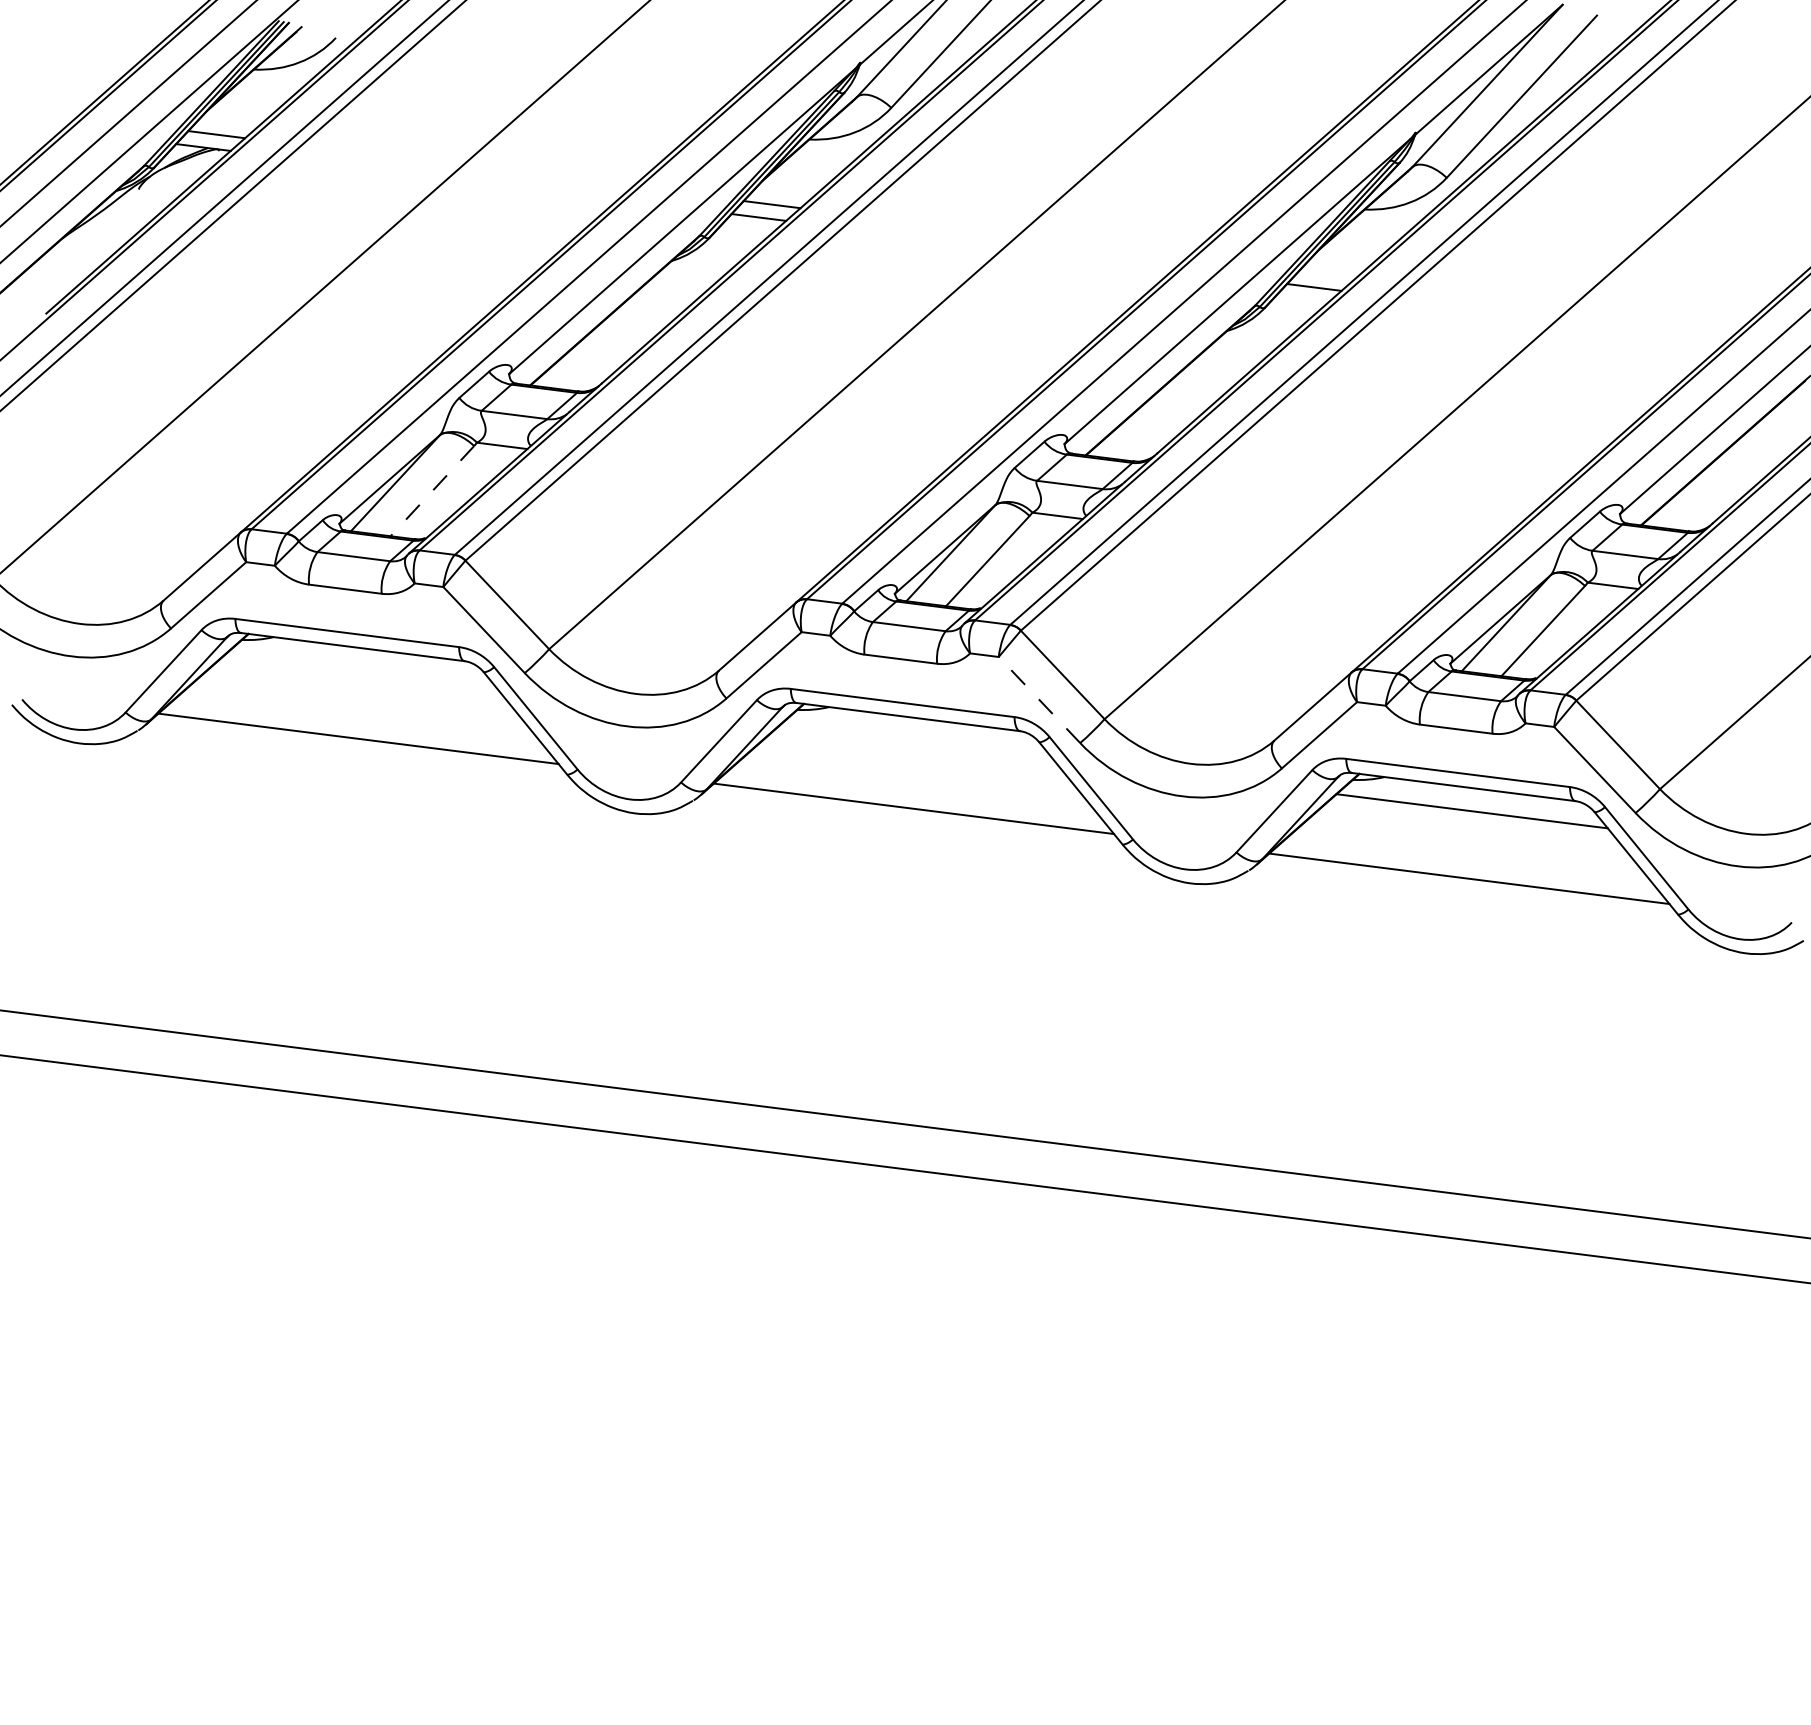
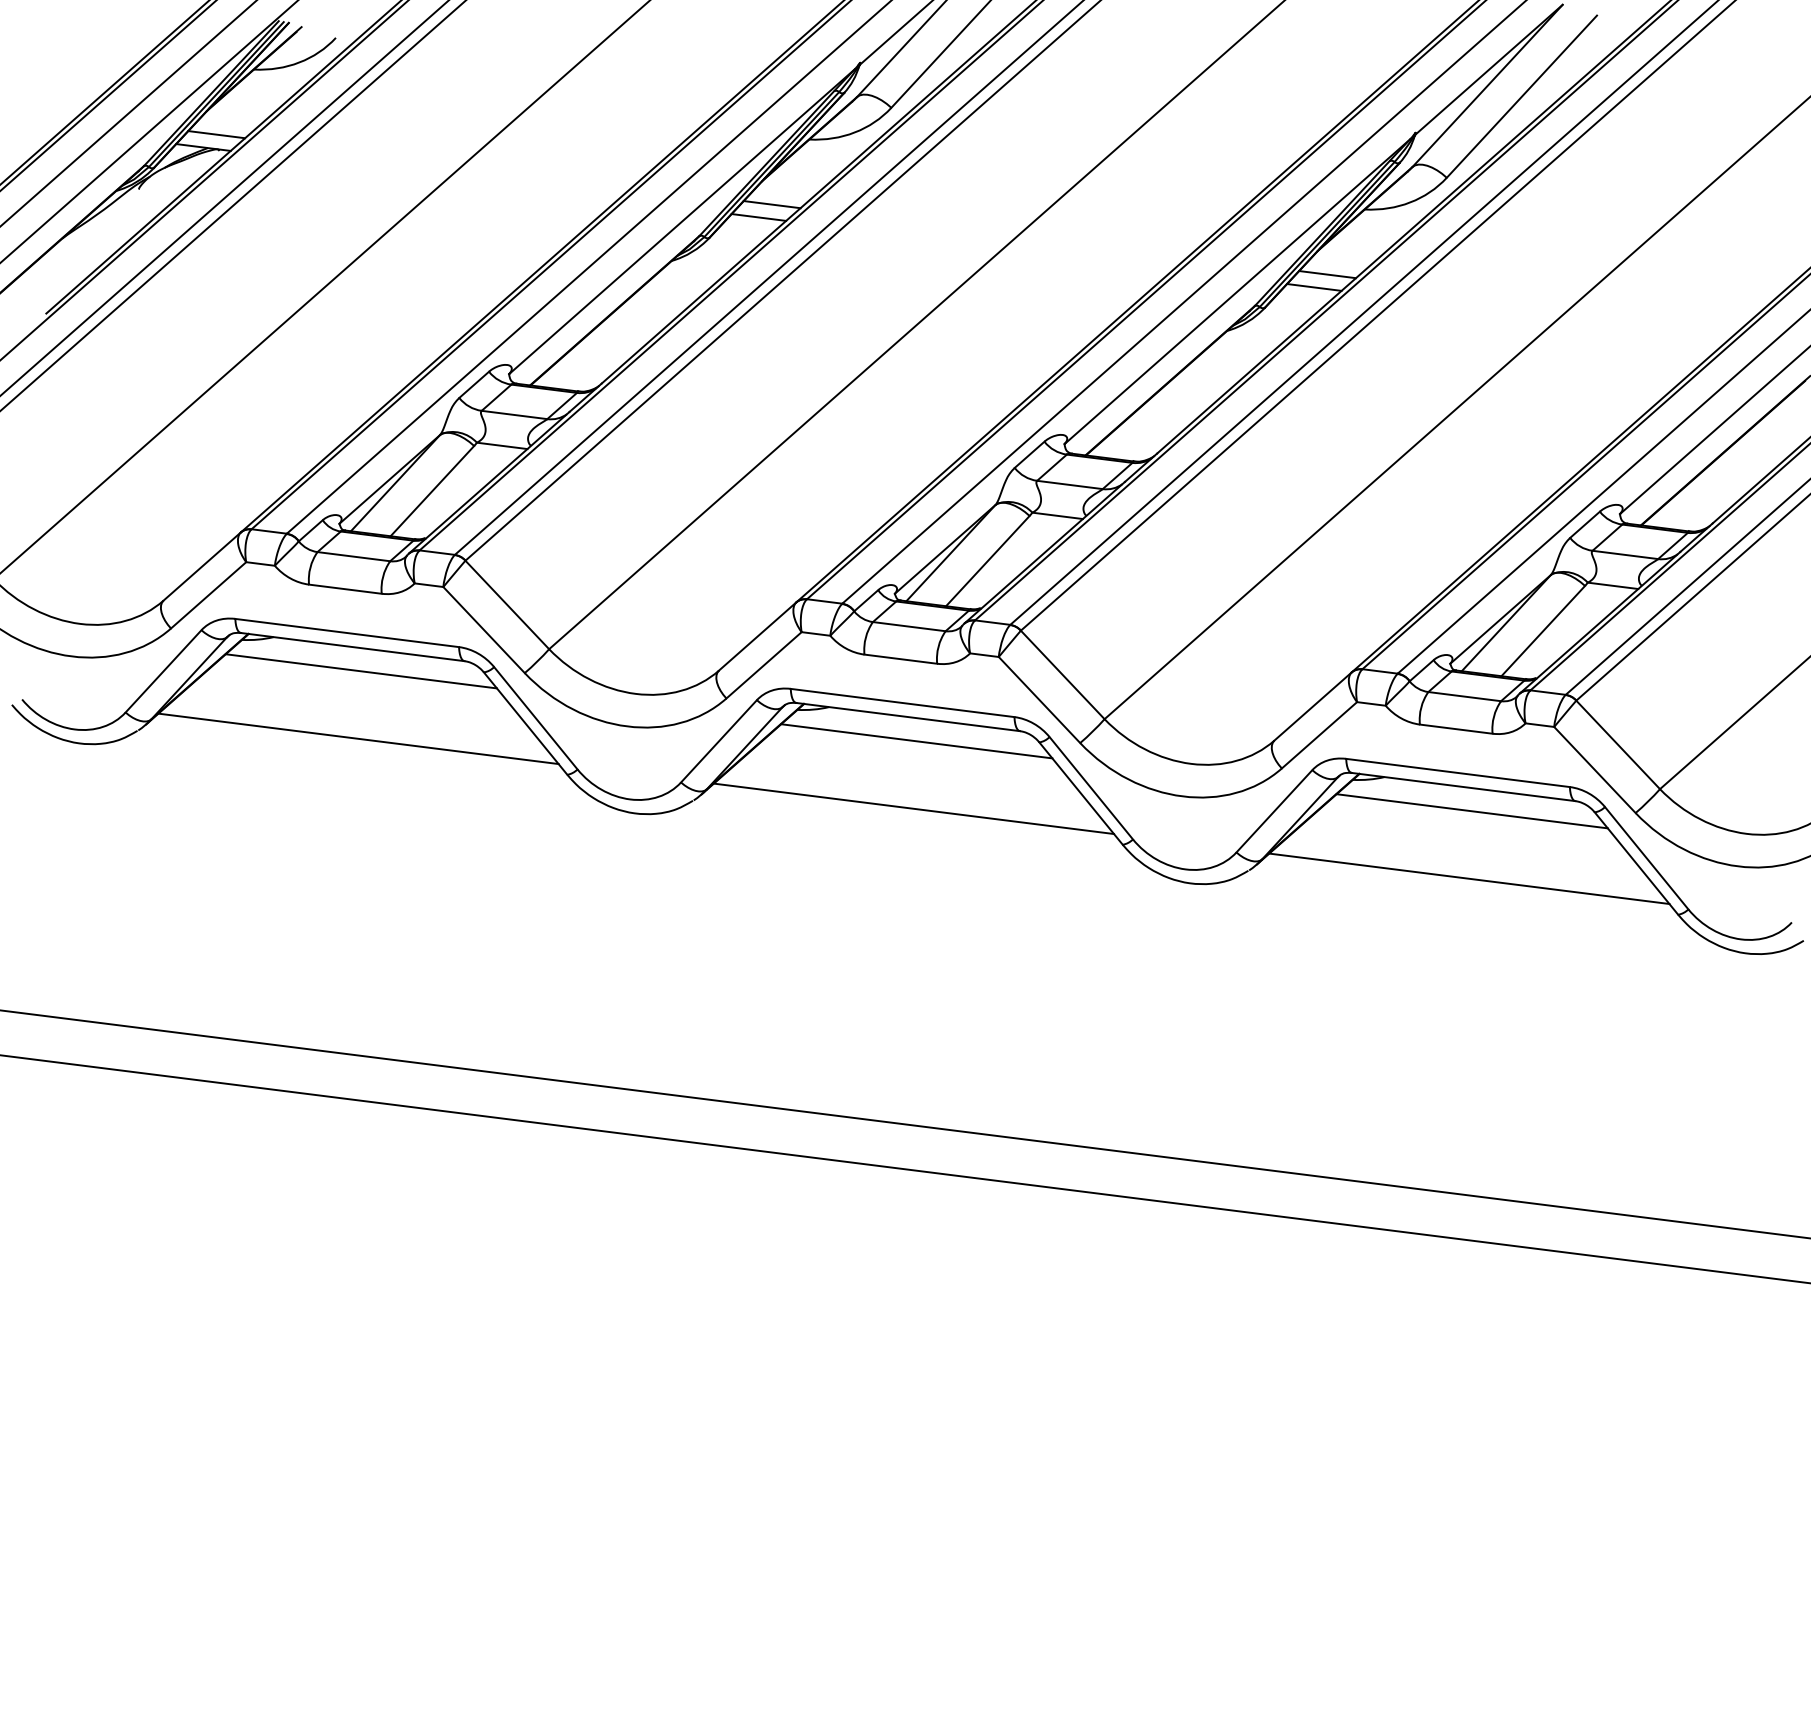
line at (1327, 274): none -> present
line at (432, 491): dashed -> solid
line at (360, 671): none -> present
line at (1039, 699): dashed -> solid
line at (916, 741): none -> present
